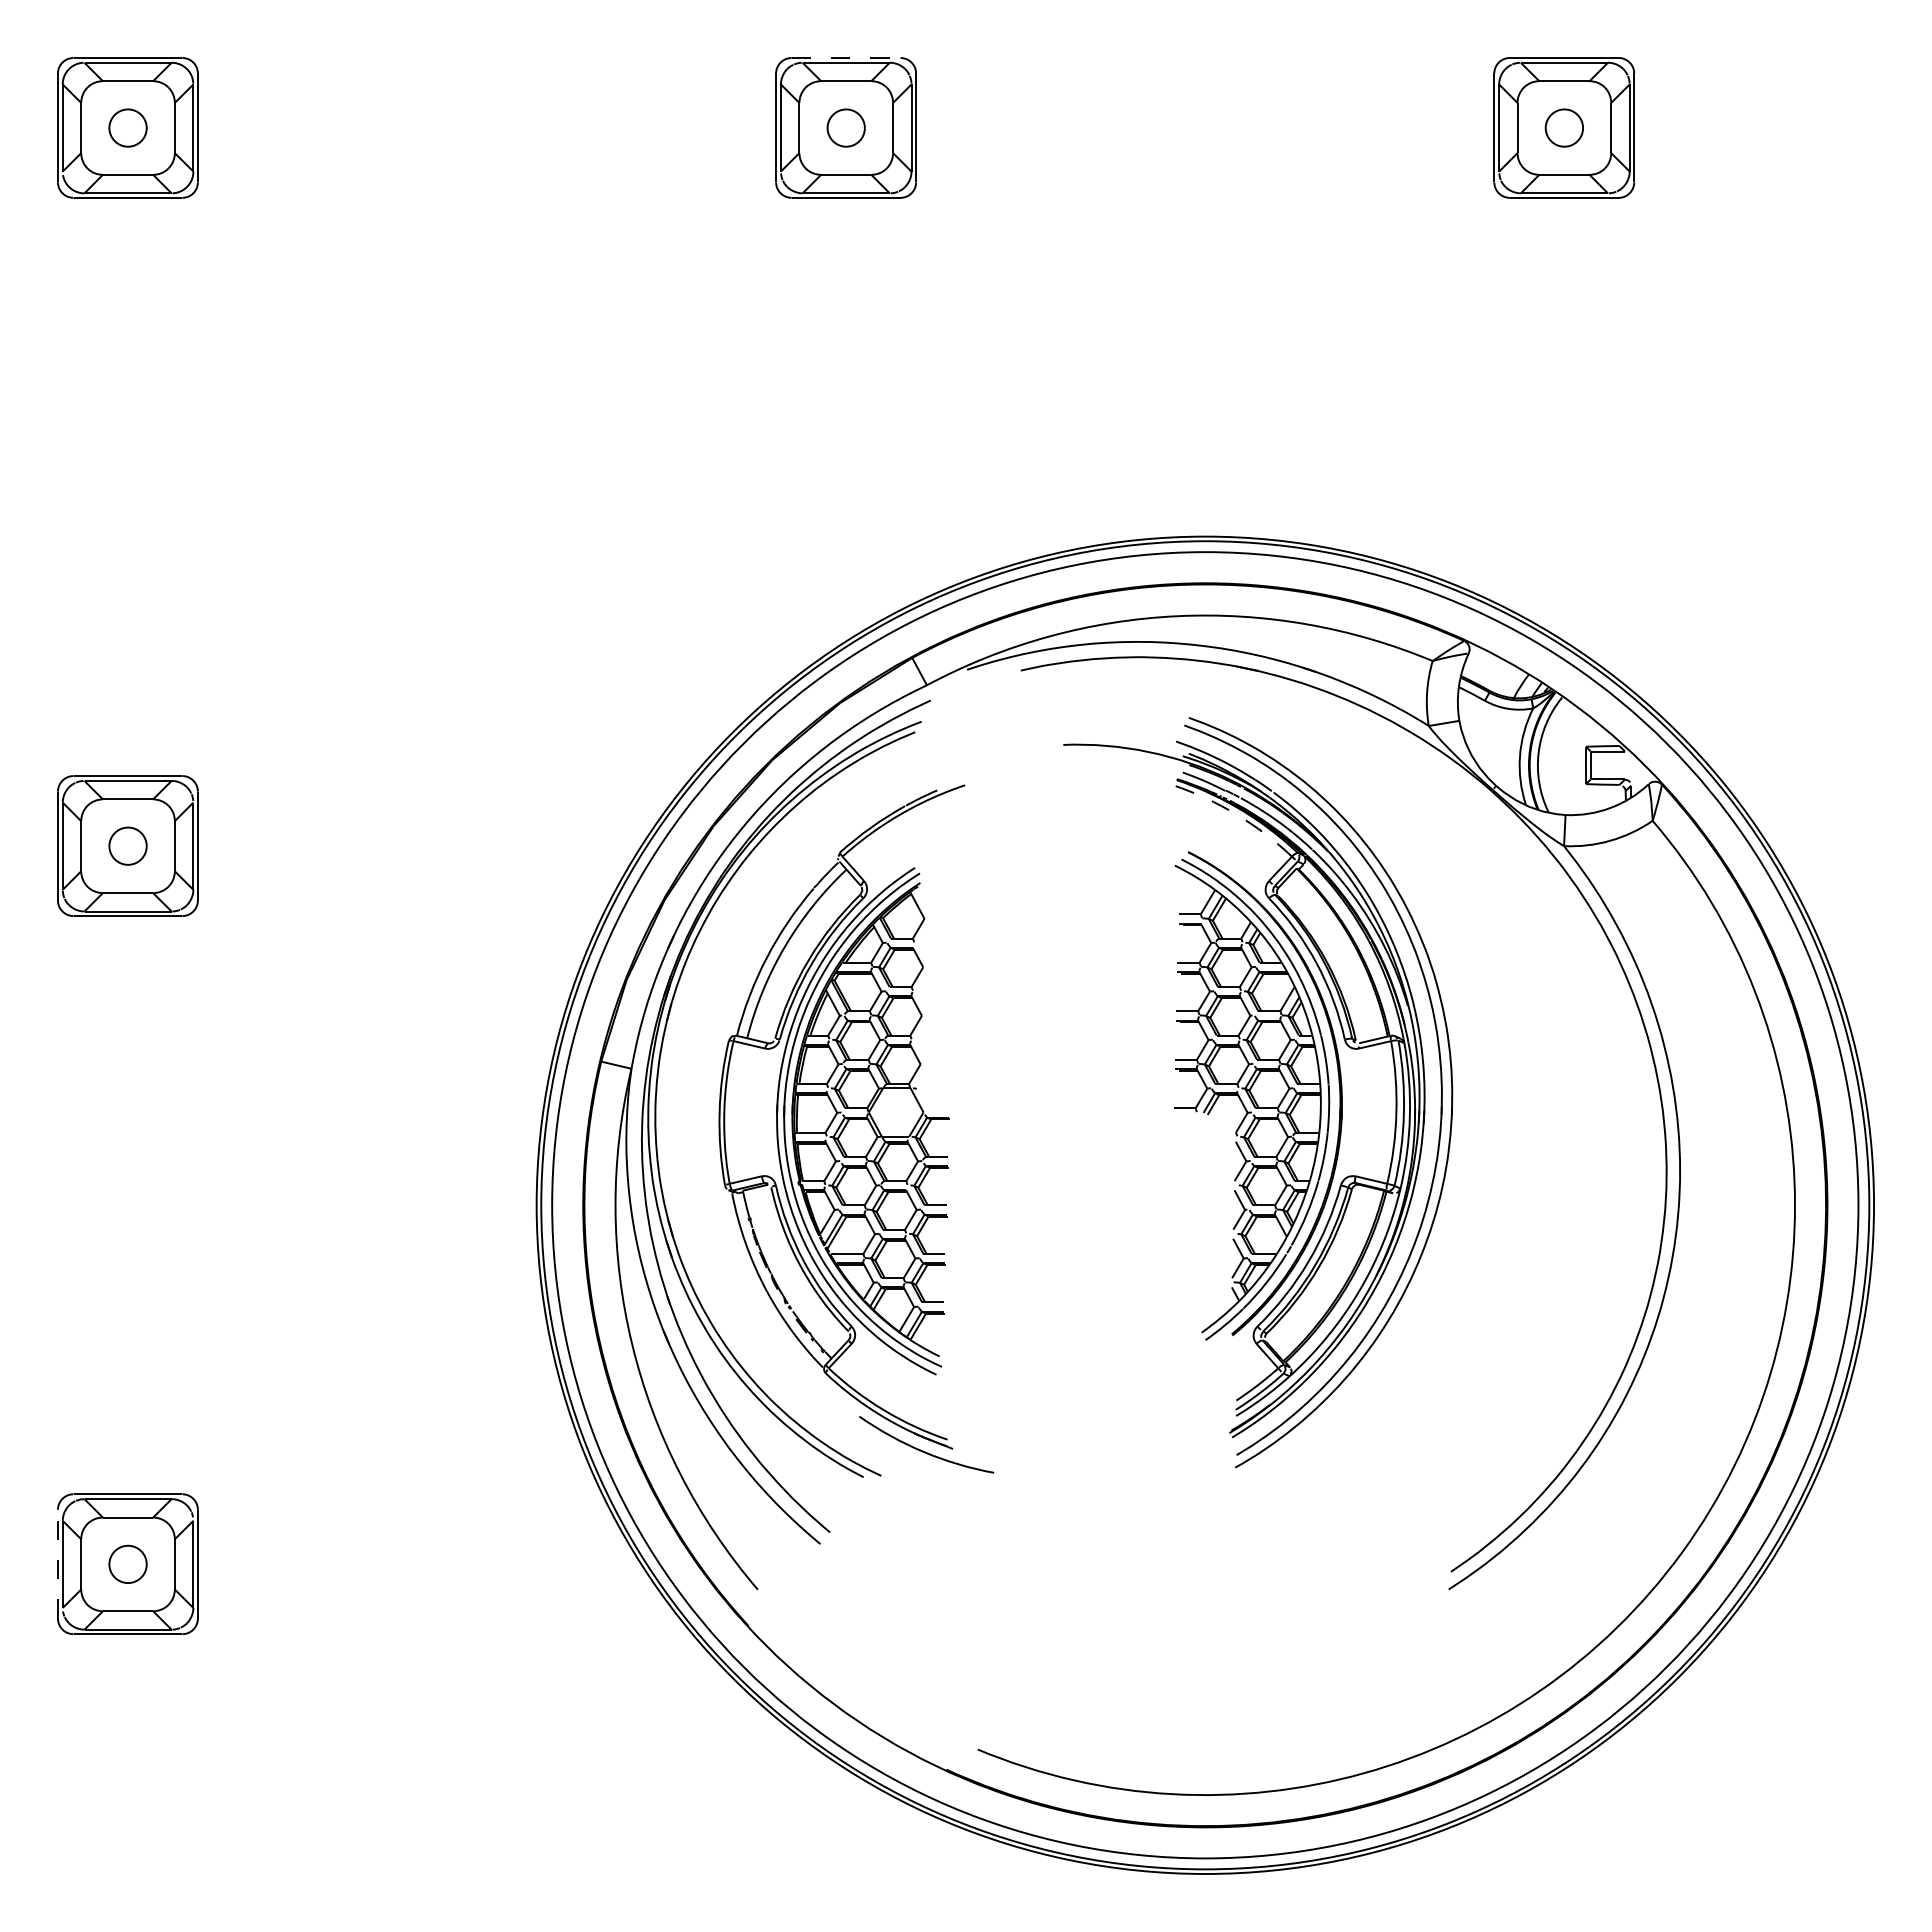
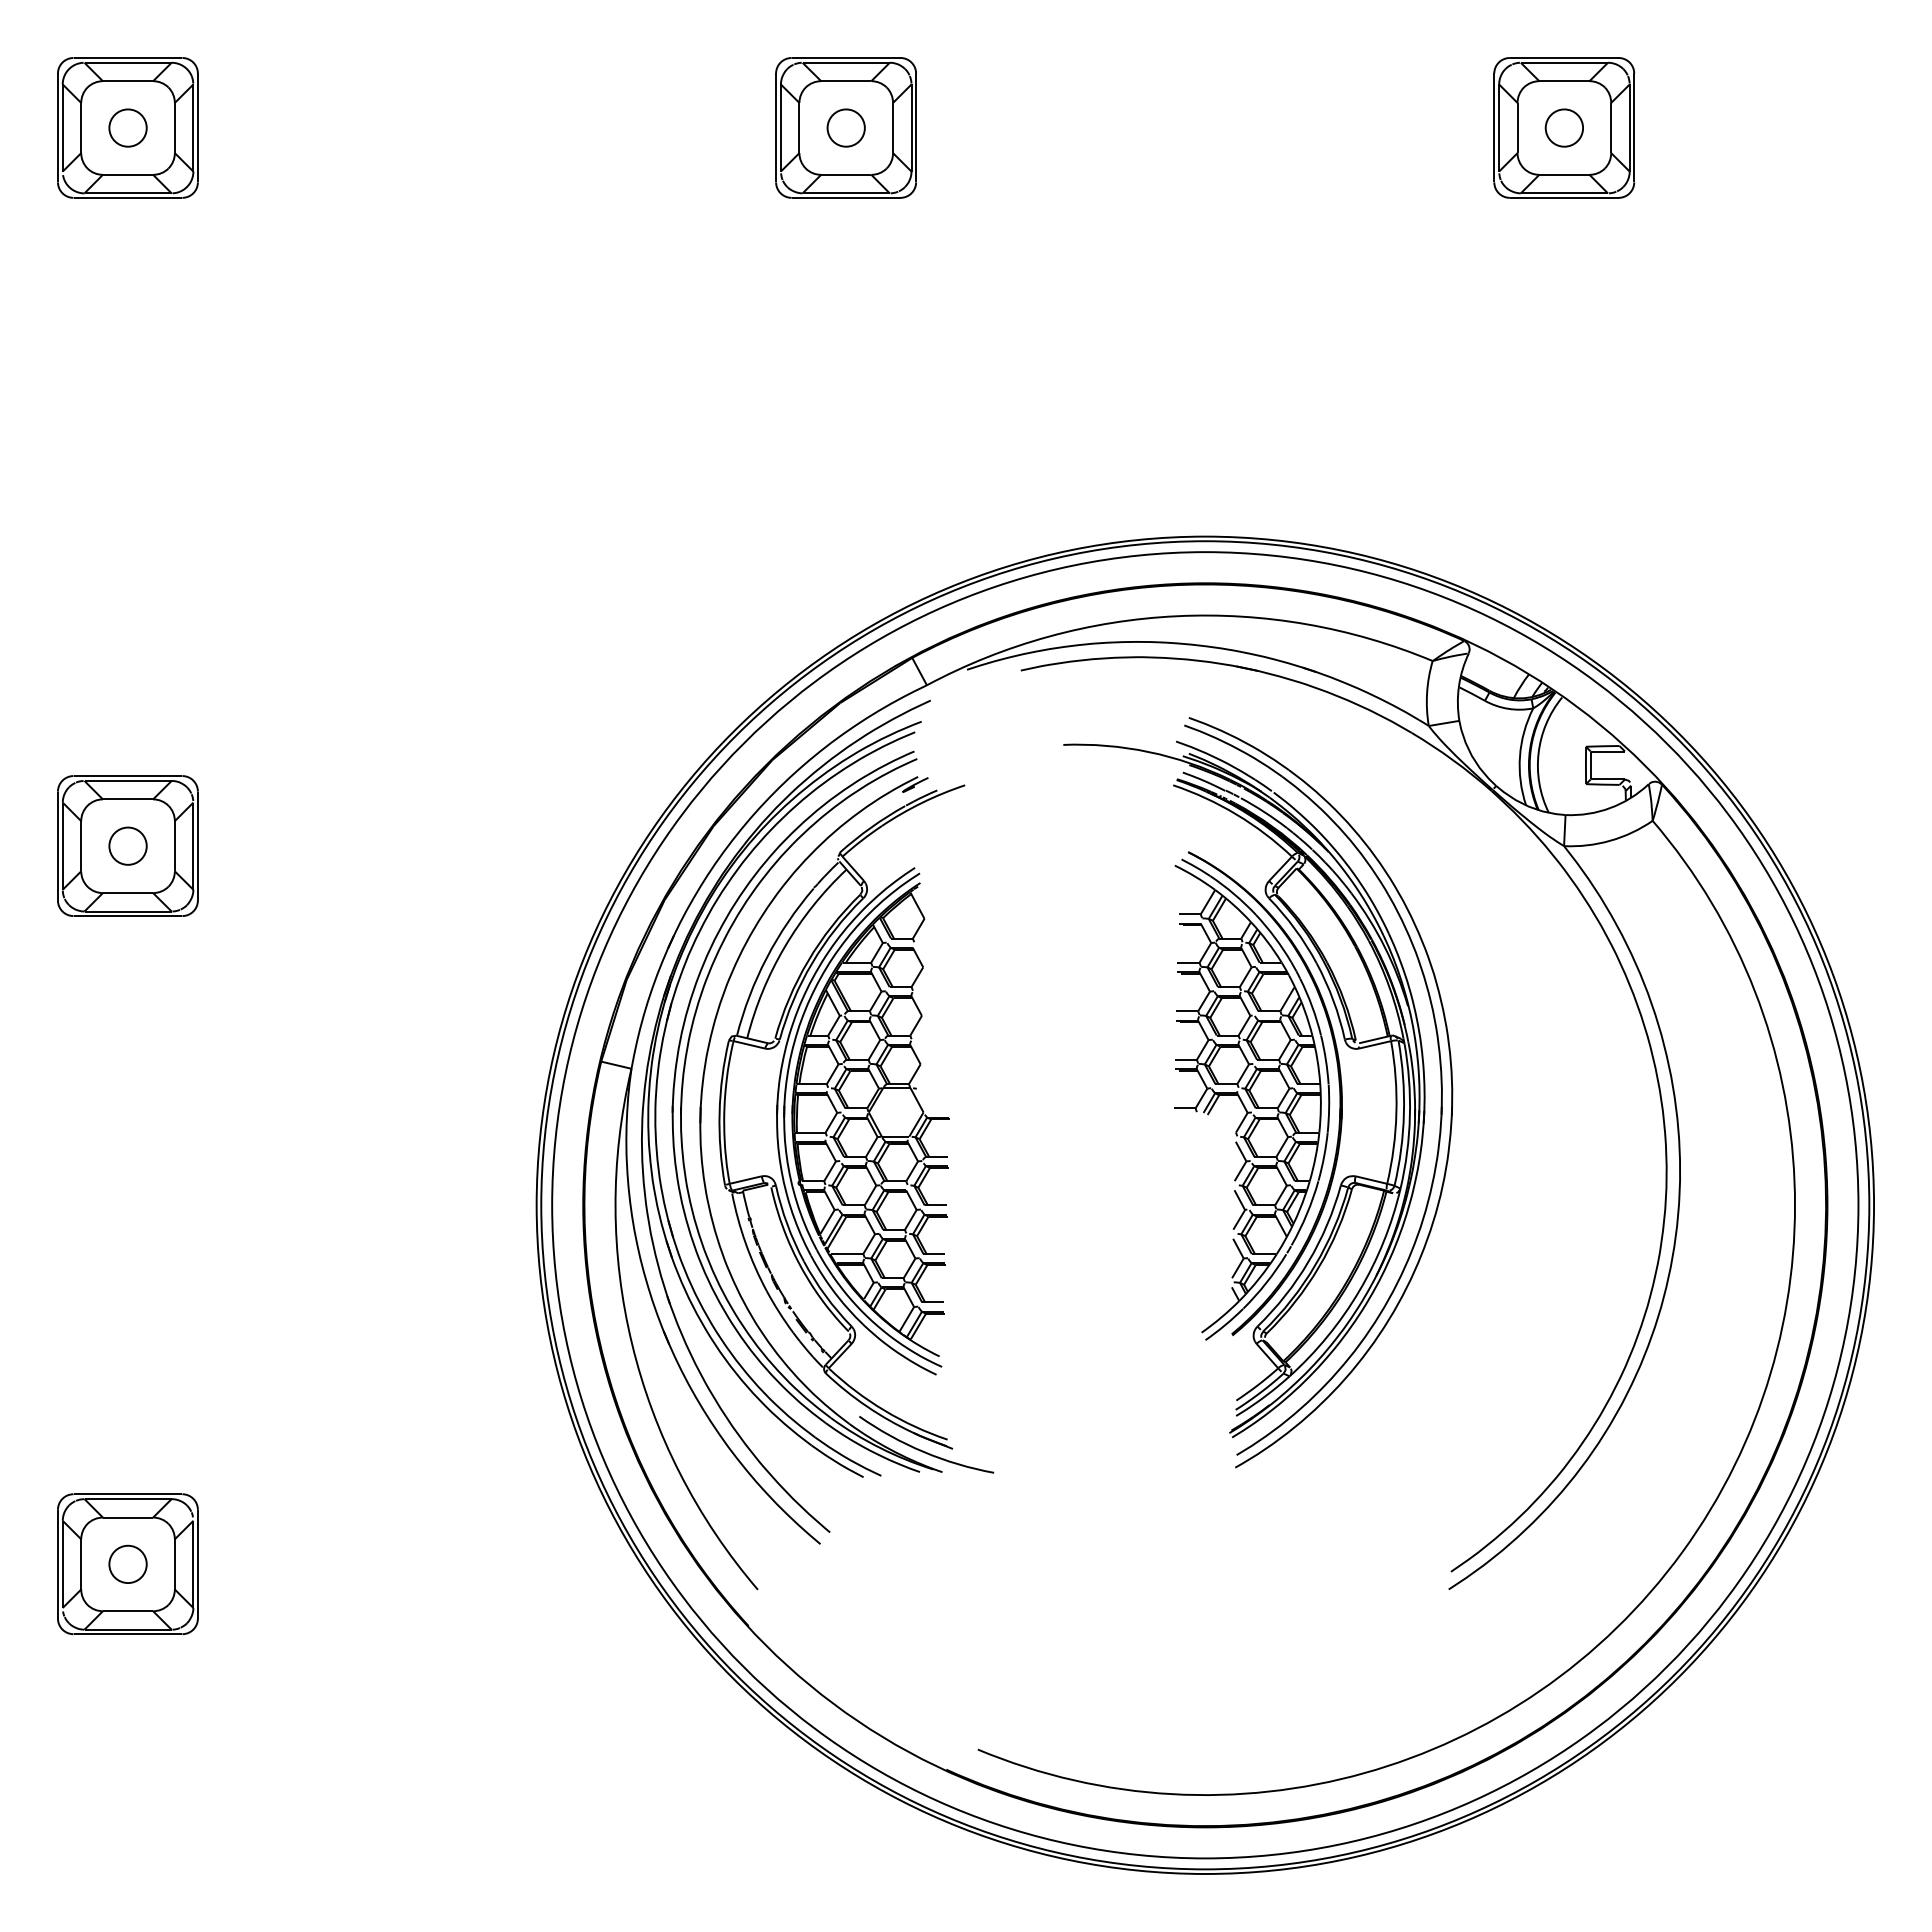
line at (846, 58): dashed -> solid
line at (1236, 814): dashed -> solid
part at (702, 1100): none -> present
line at (57, 1563): dashed -> solid
